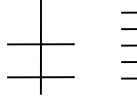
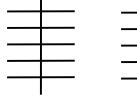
line at (40, 11): none -> present
line at (40, 27): none -> present
line at (40, 60): none -> present
